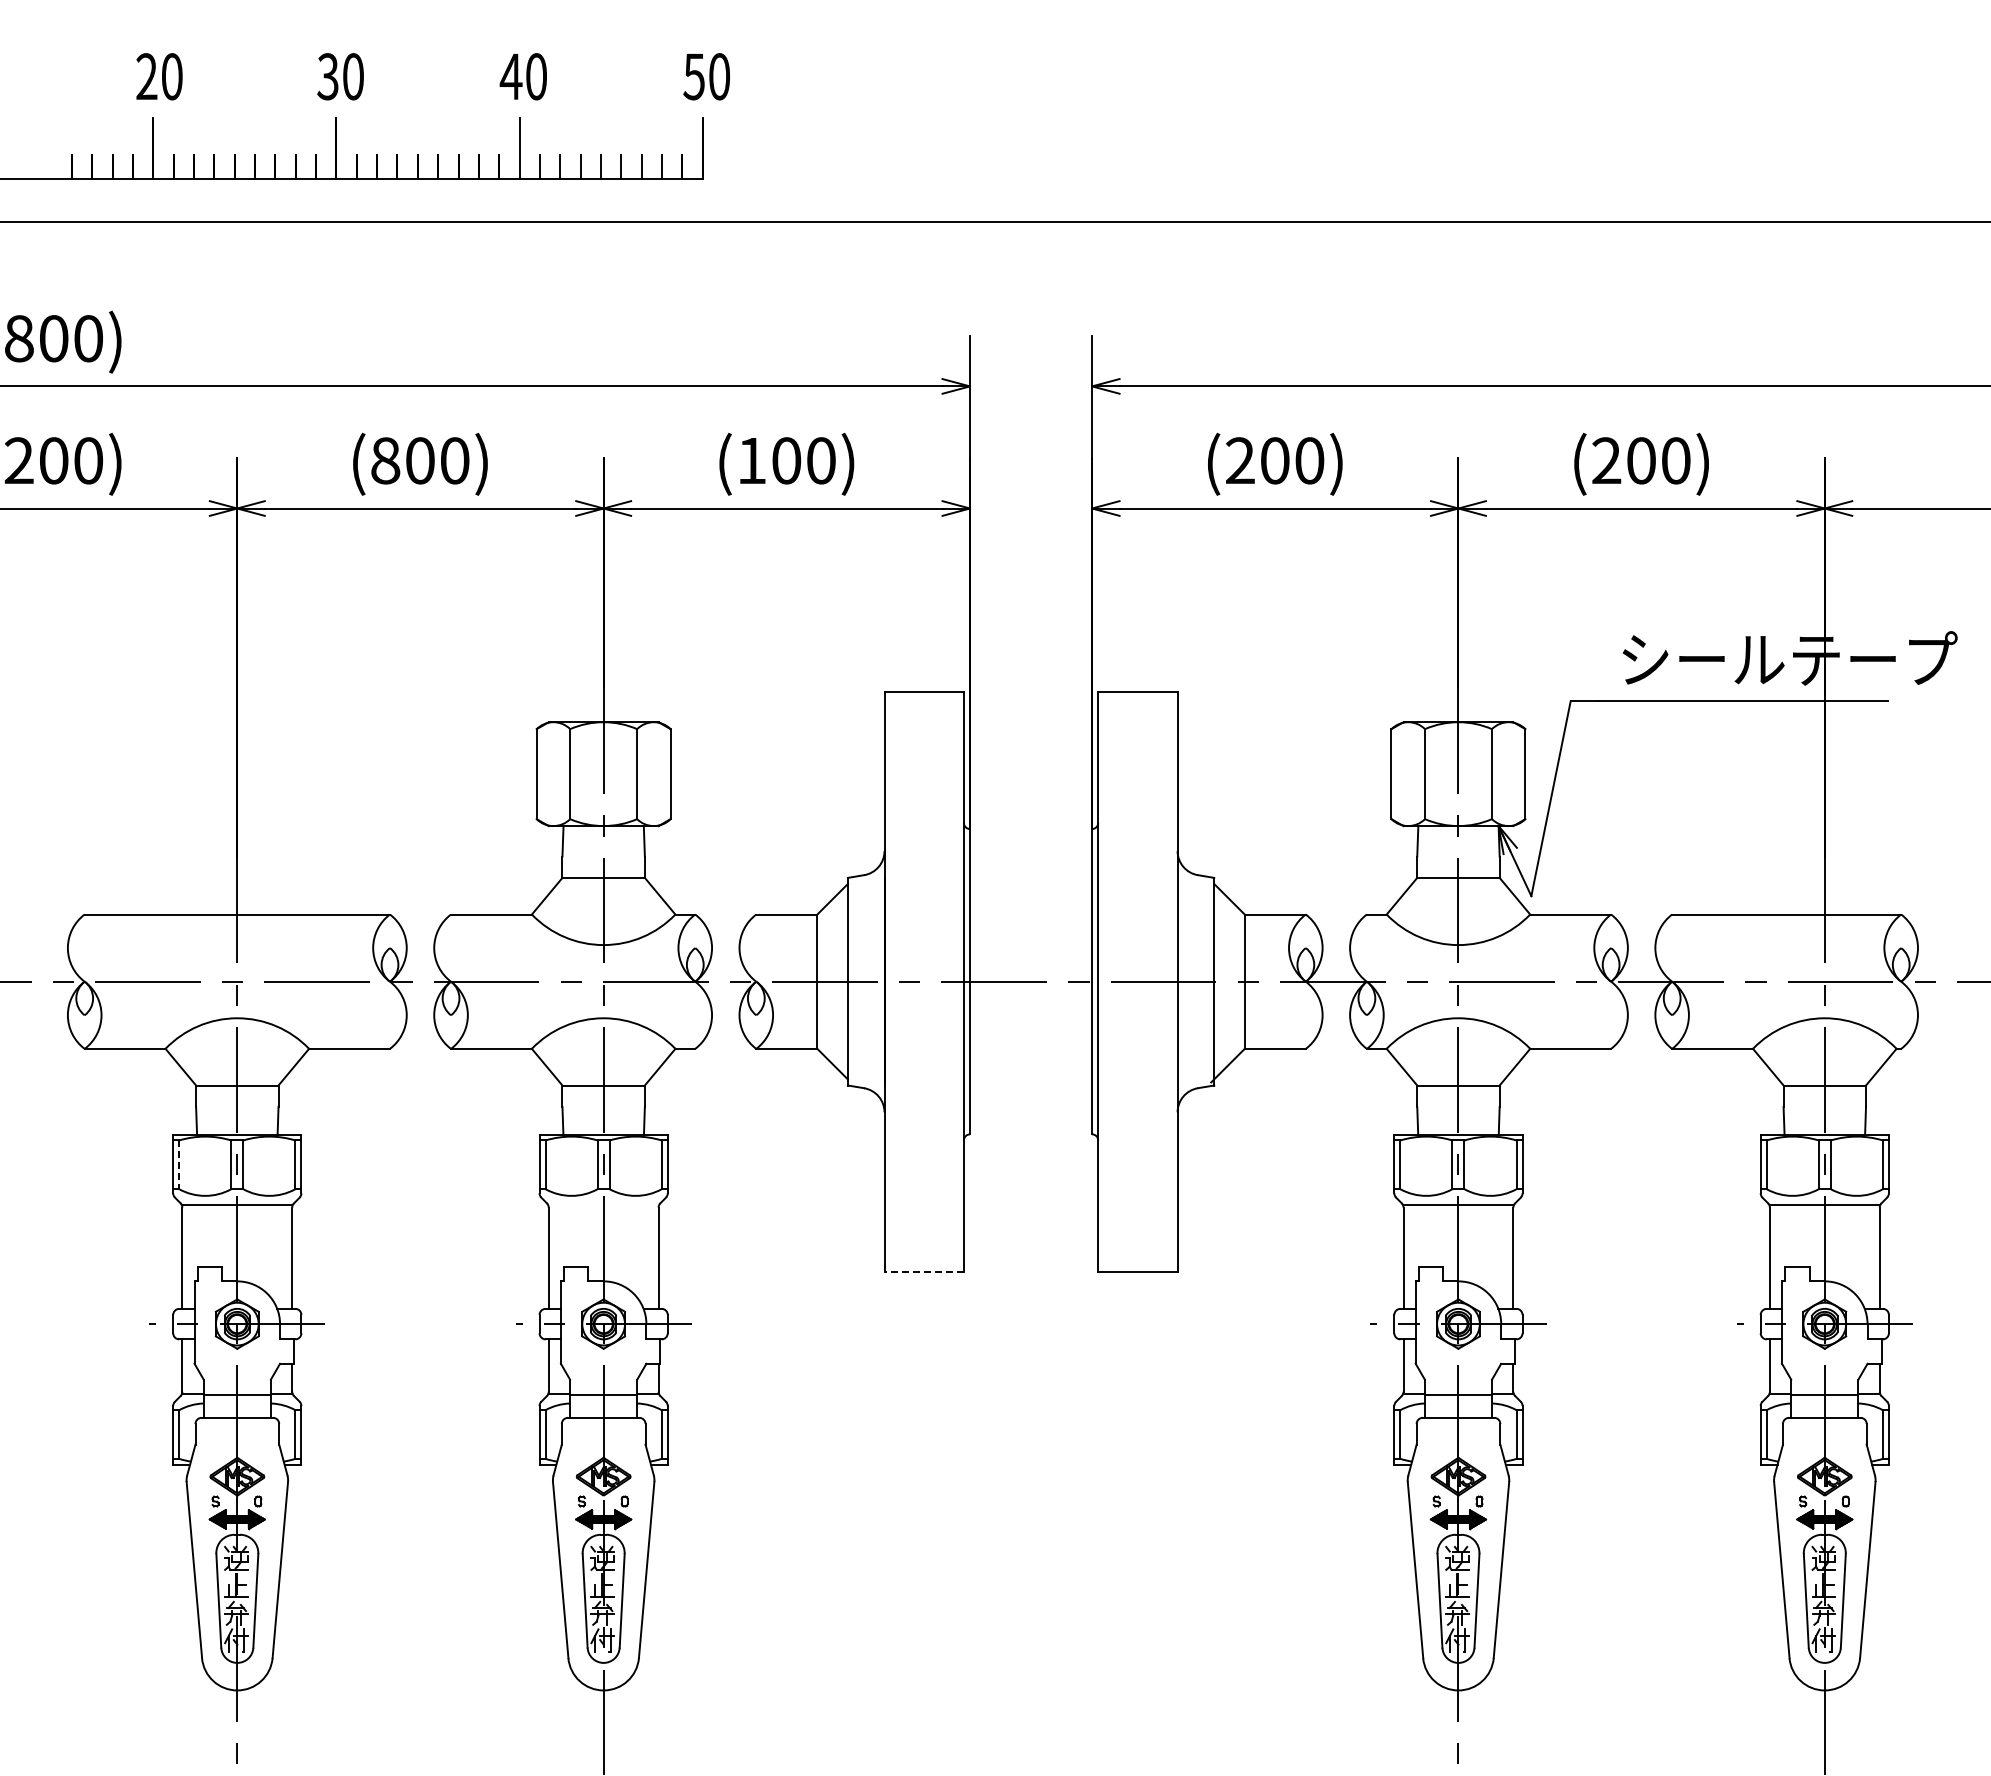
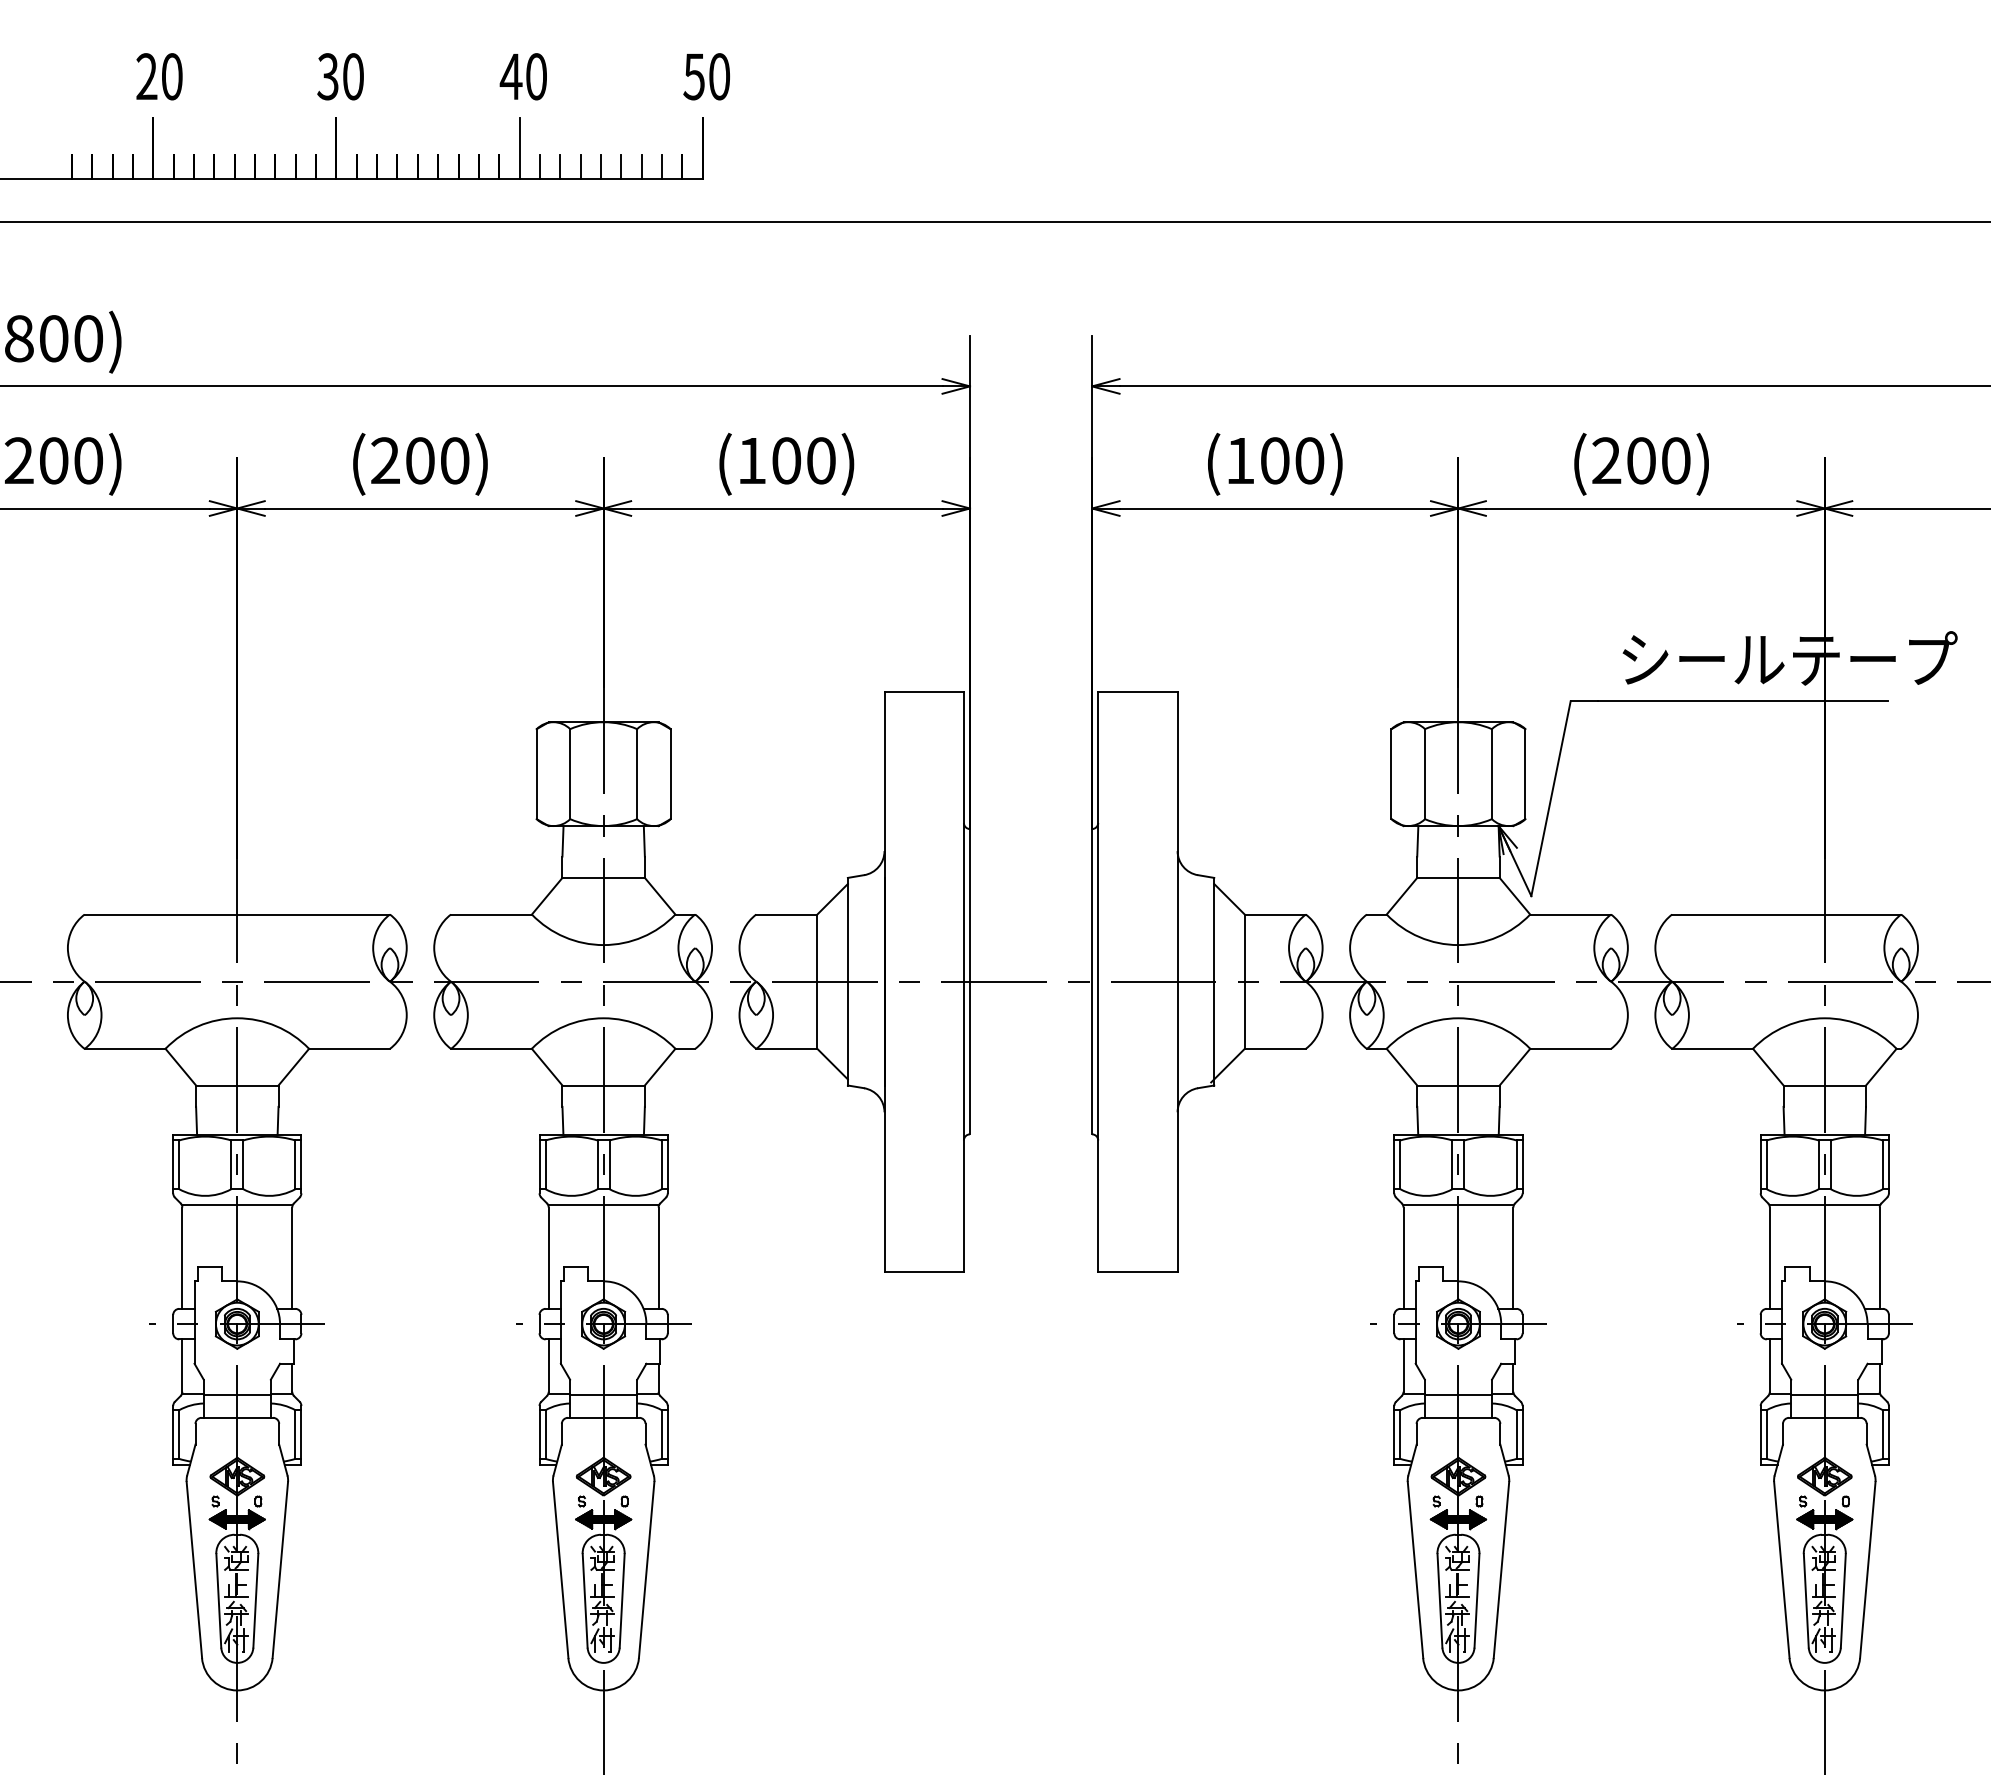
text at (385, 460): (800) -> (200)
text at (1240, 460): (200) -> (100)
line at (179, 1165): dashed -> solid
line at (603, 1205): none -> present
line at (924, 1271): dashed -> solid
